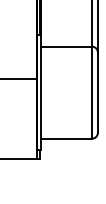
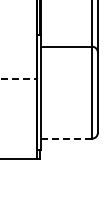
line at (18, 78): solid -> dashed
line at (67, 138): solid -> dashed
